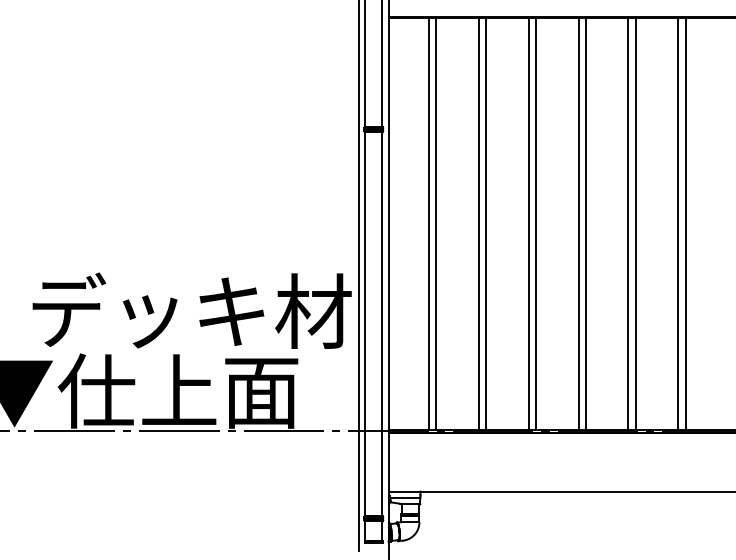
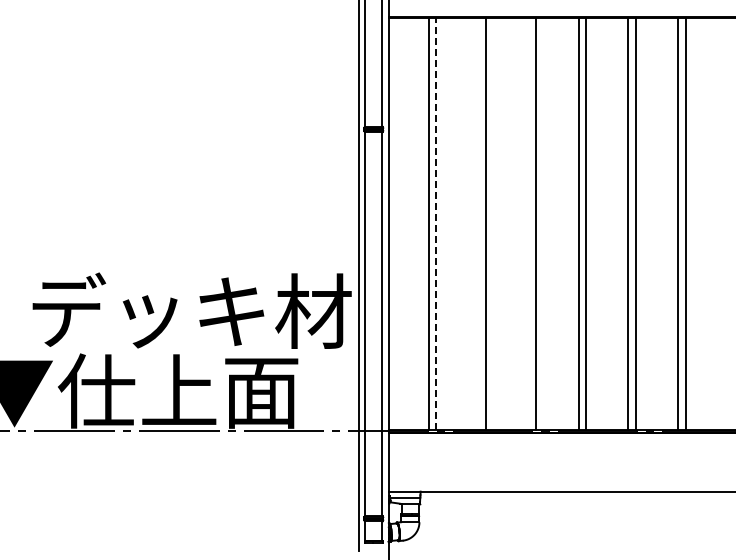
line at (436, 223): solid -> dashed
line at (478, 223): present -> none
line at (528, 223): present -> none
